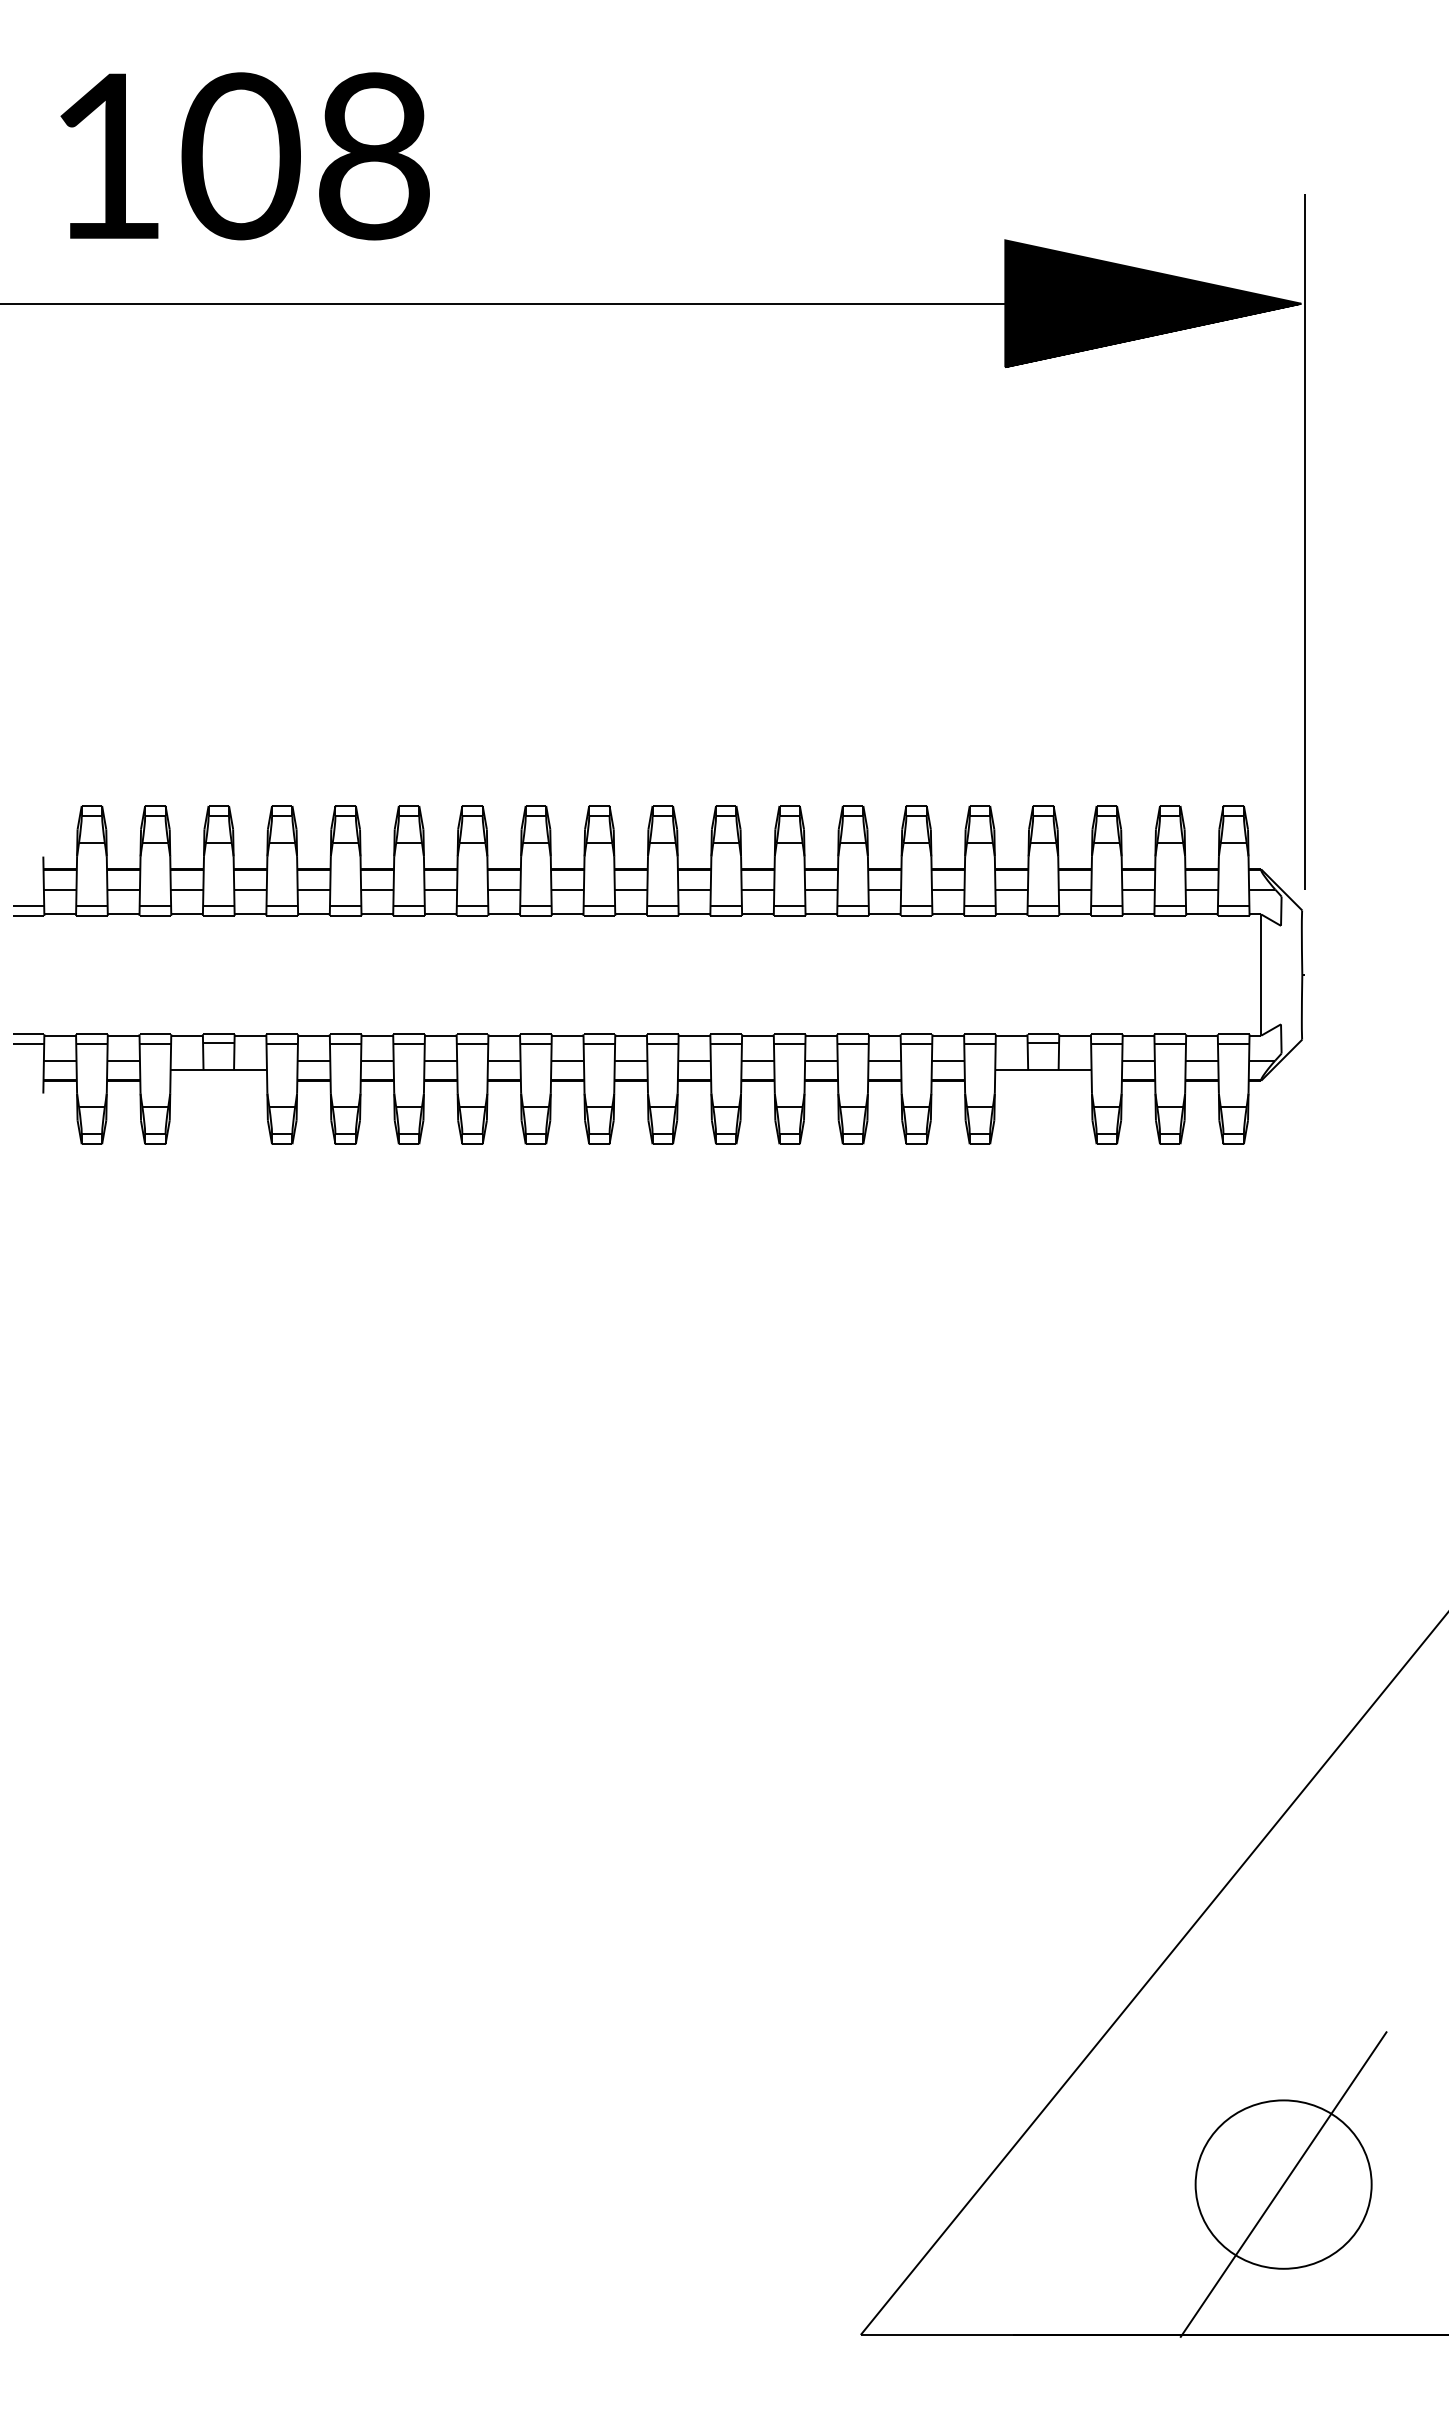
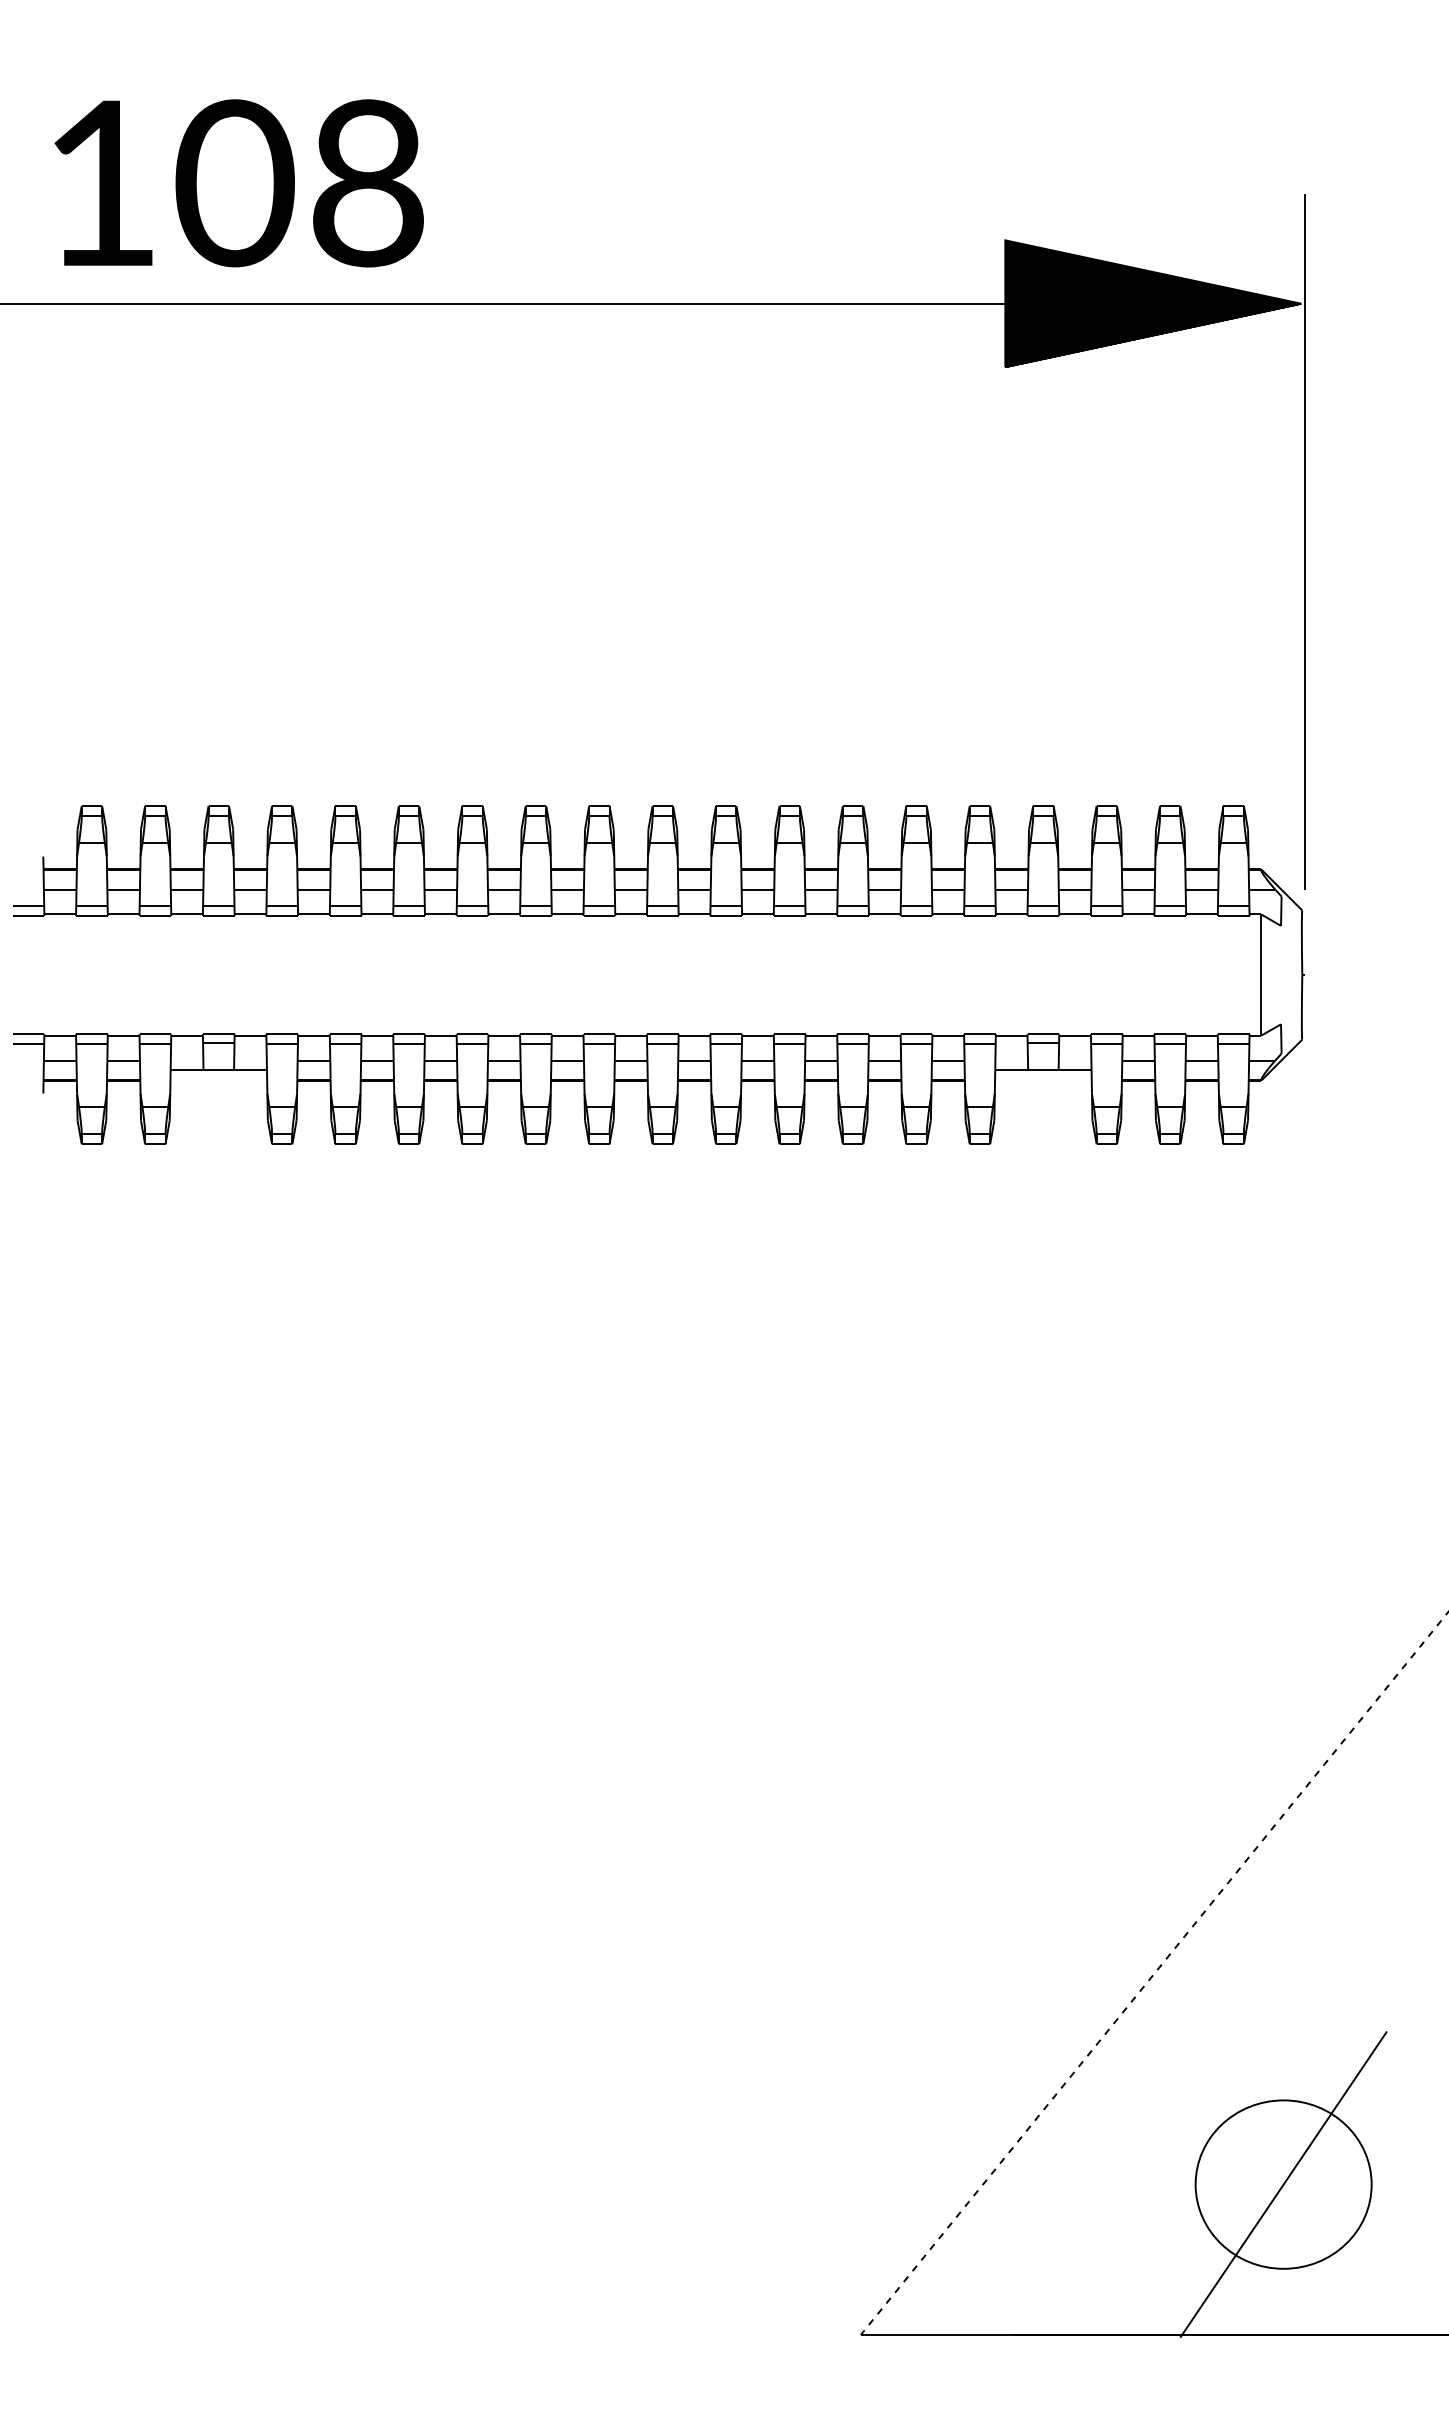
text at (244, 156) position: (244, 156) -> (238, 183)
line at (1154, 1973): solid -> dashed
